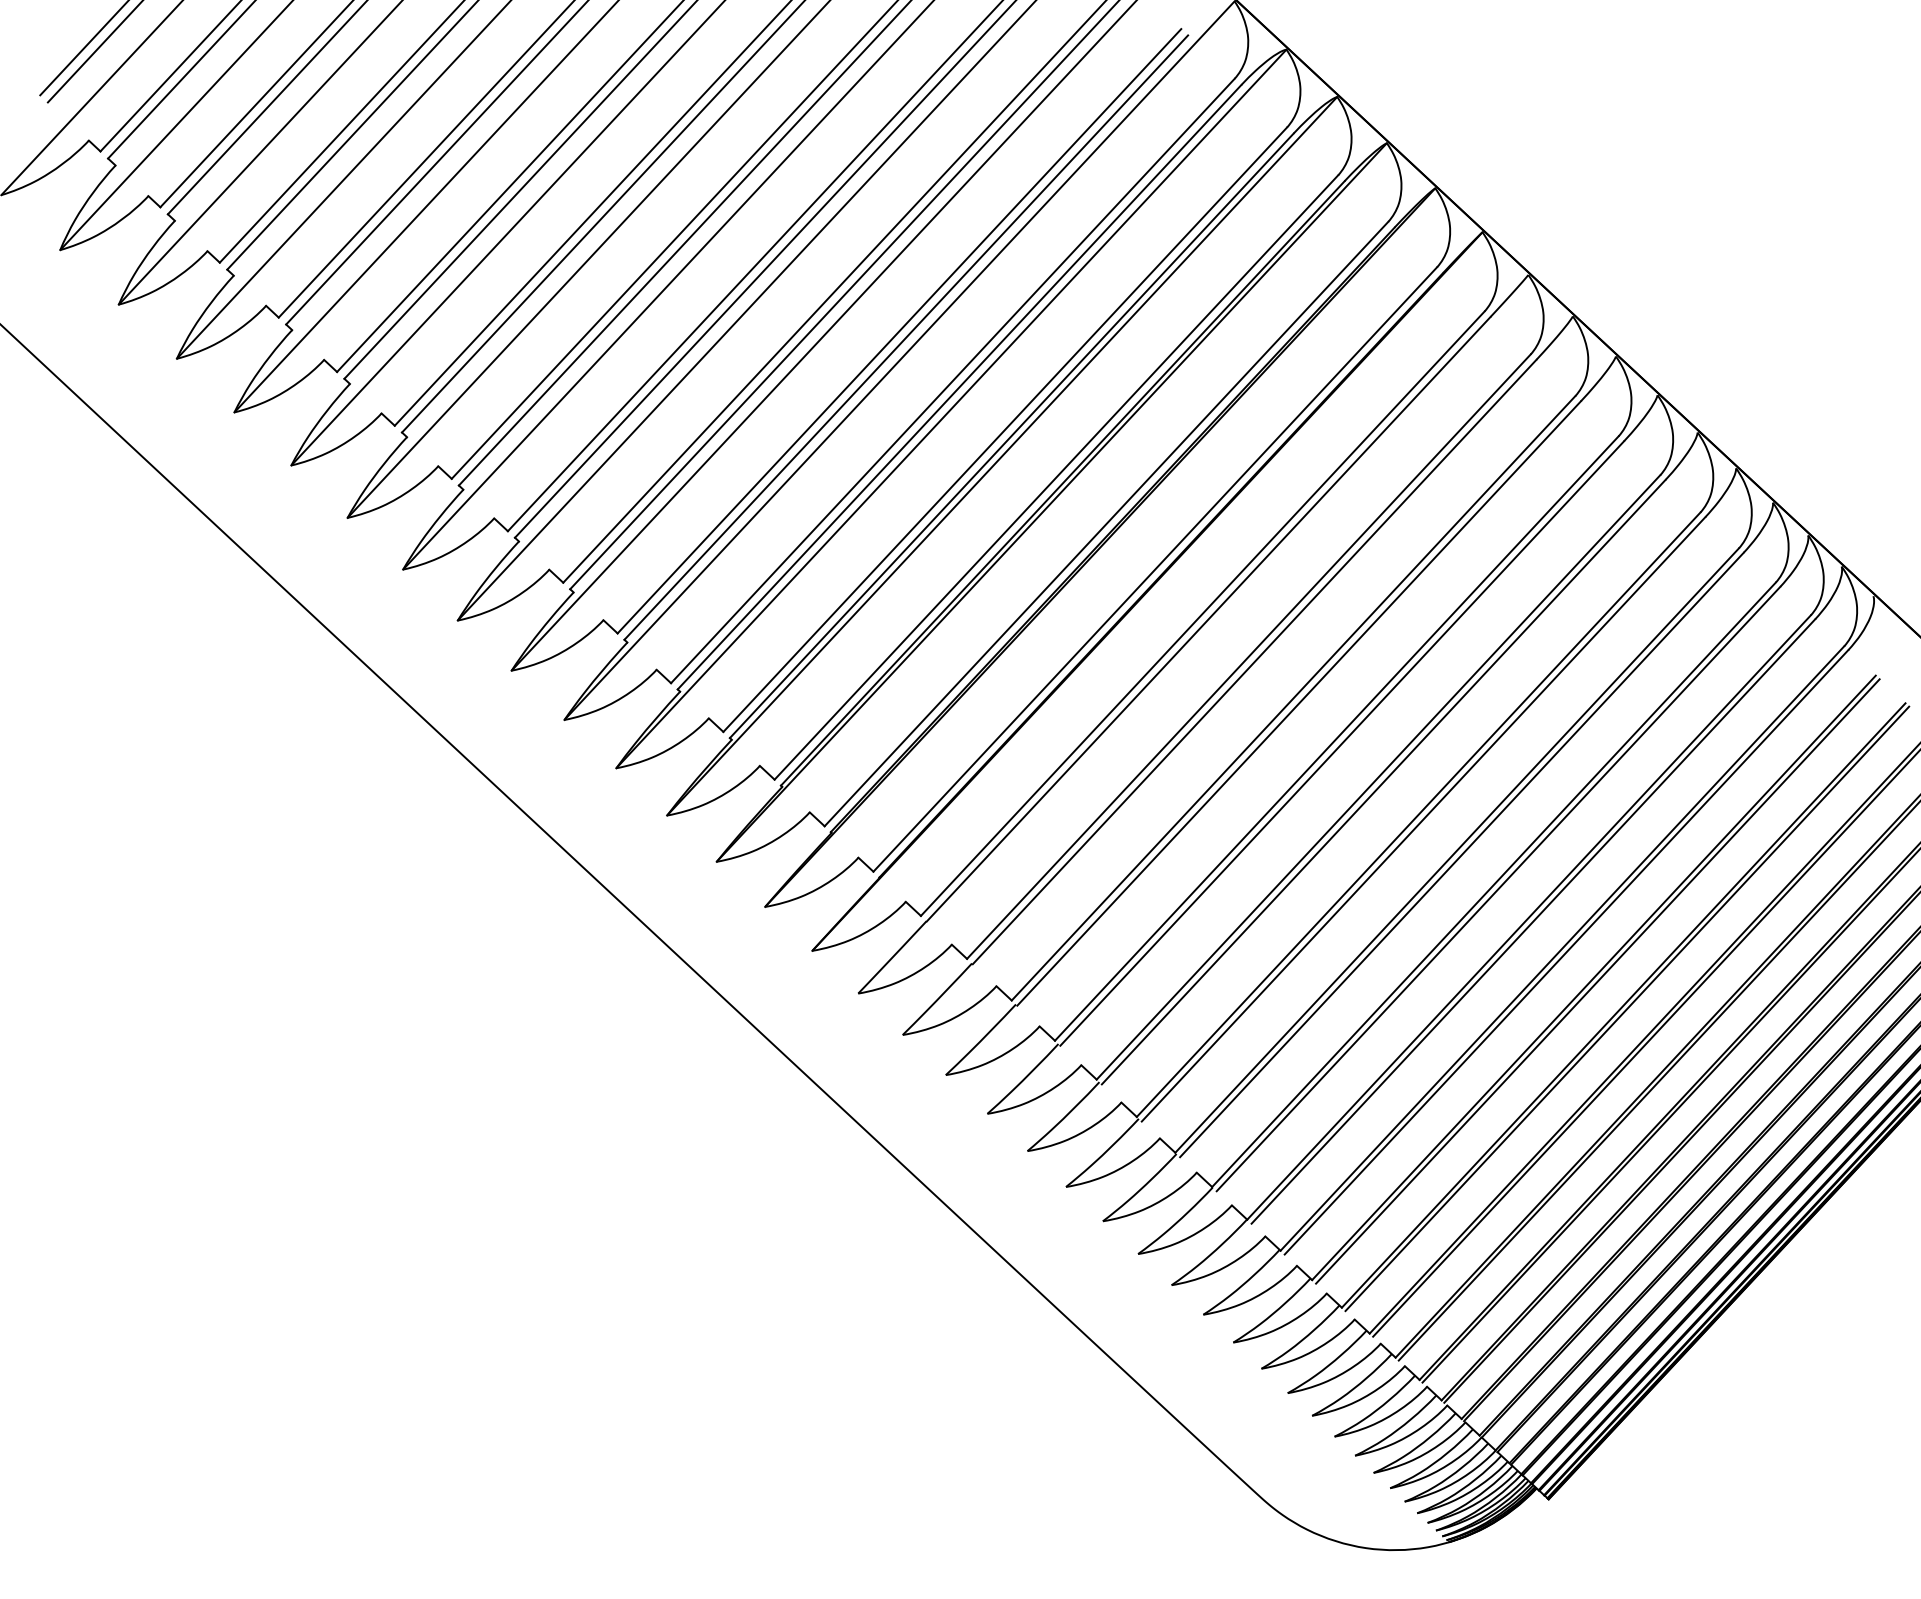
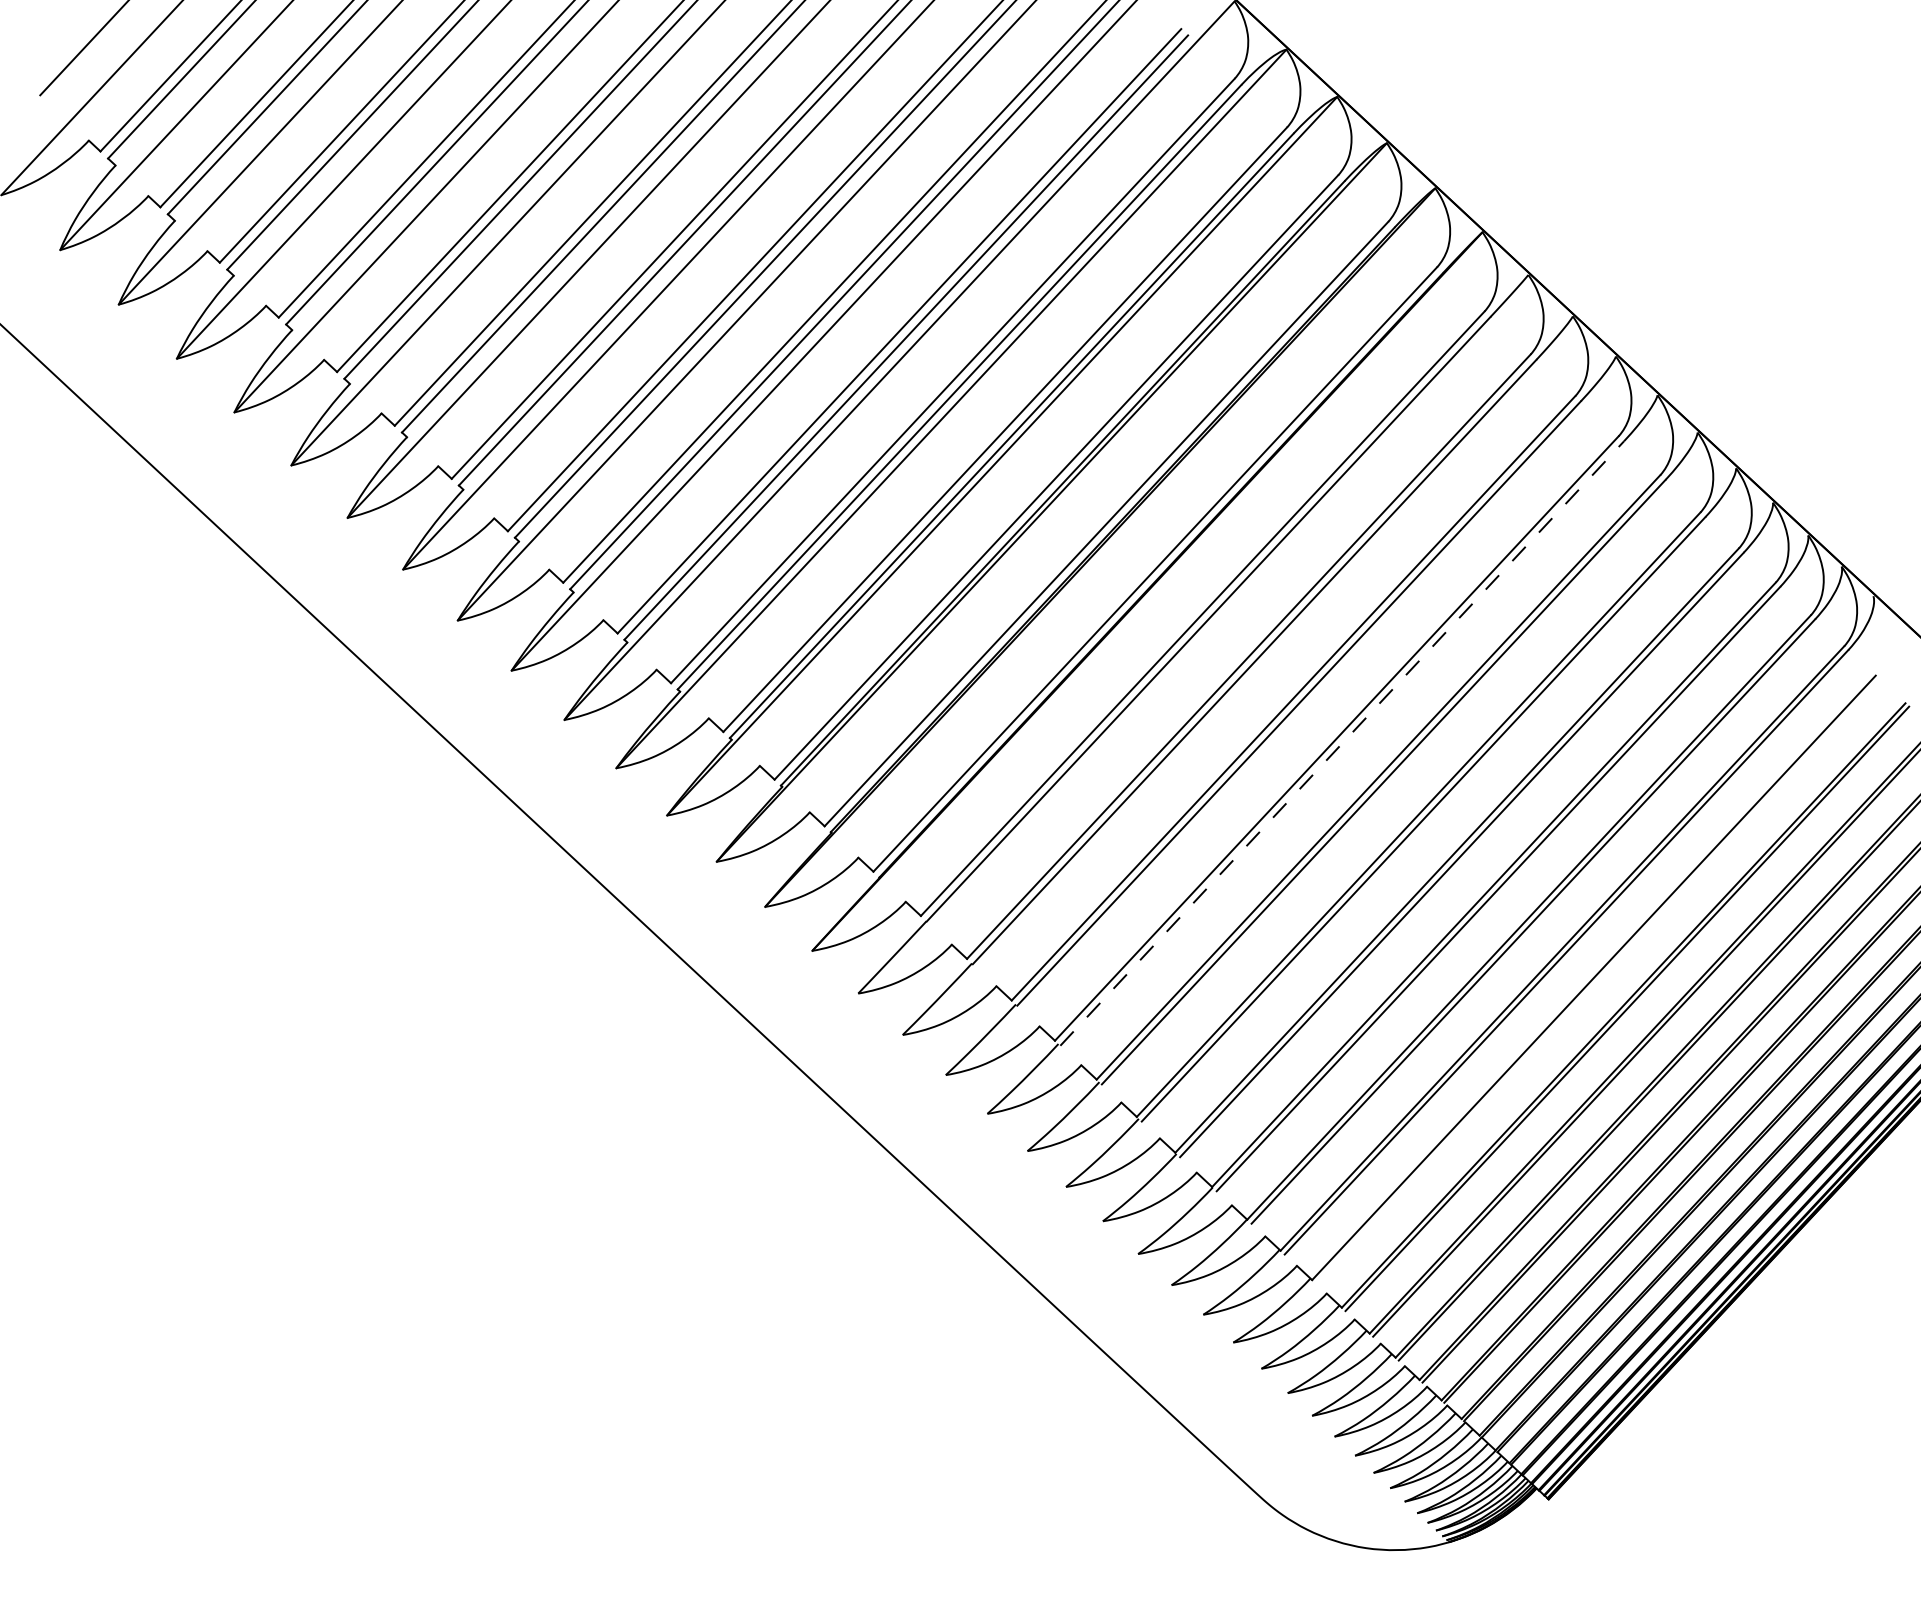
line at (94, 52): present -> none
line at (1342, 743): solid -> dashed
line at (1597, 981): present -> none
